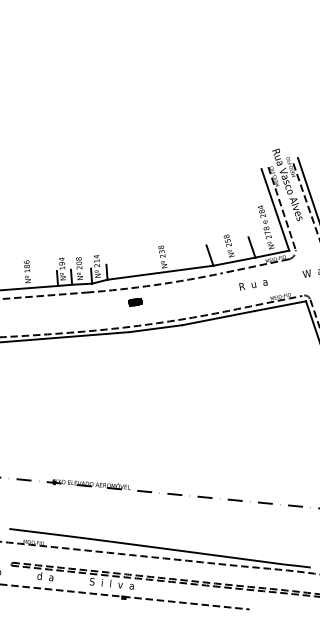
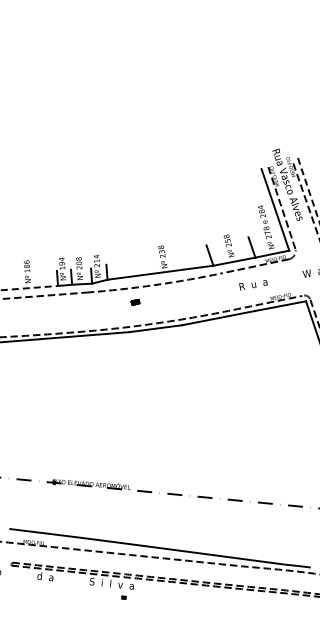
line at (309, 191): solid -> dashed
line at (29, 288): solid -> dashed
part at (135, 302) size: 15x9 px -> 11x7 px
line at (125, 596): present -> none
